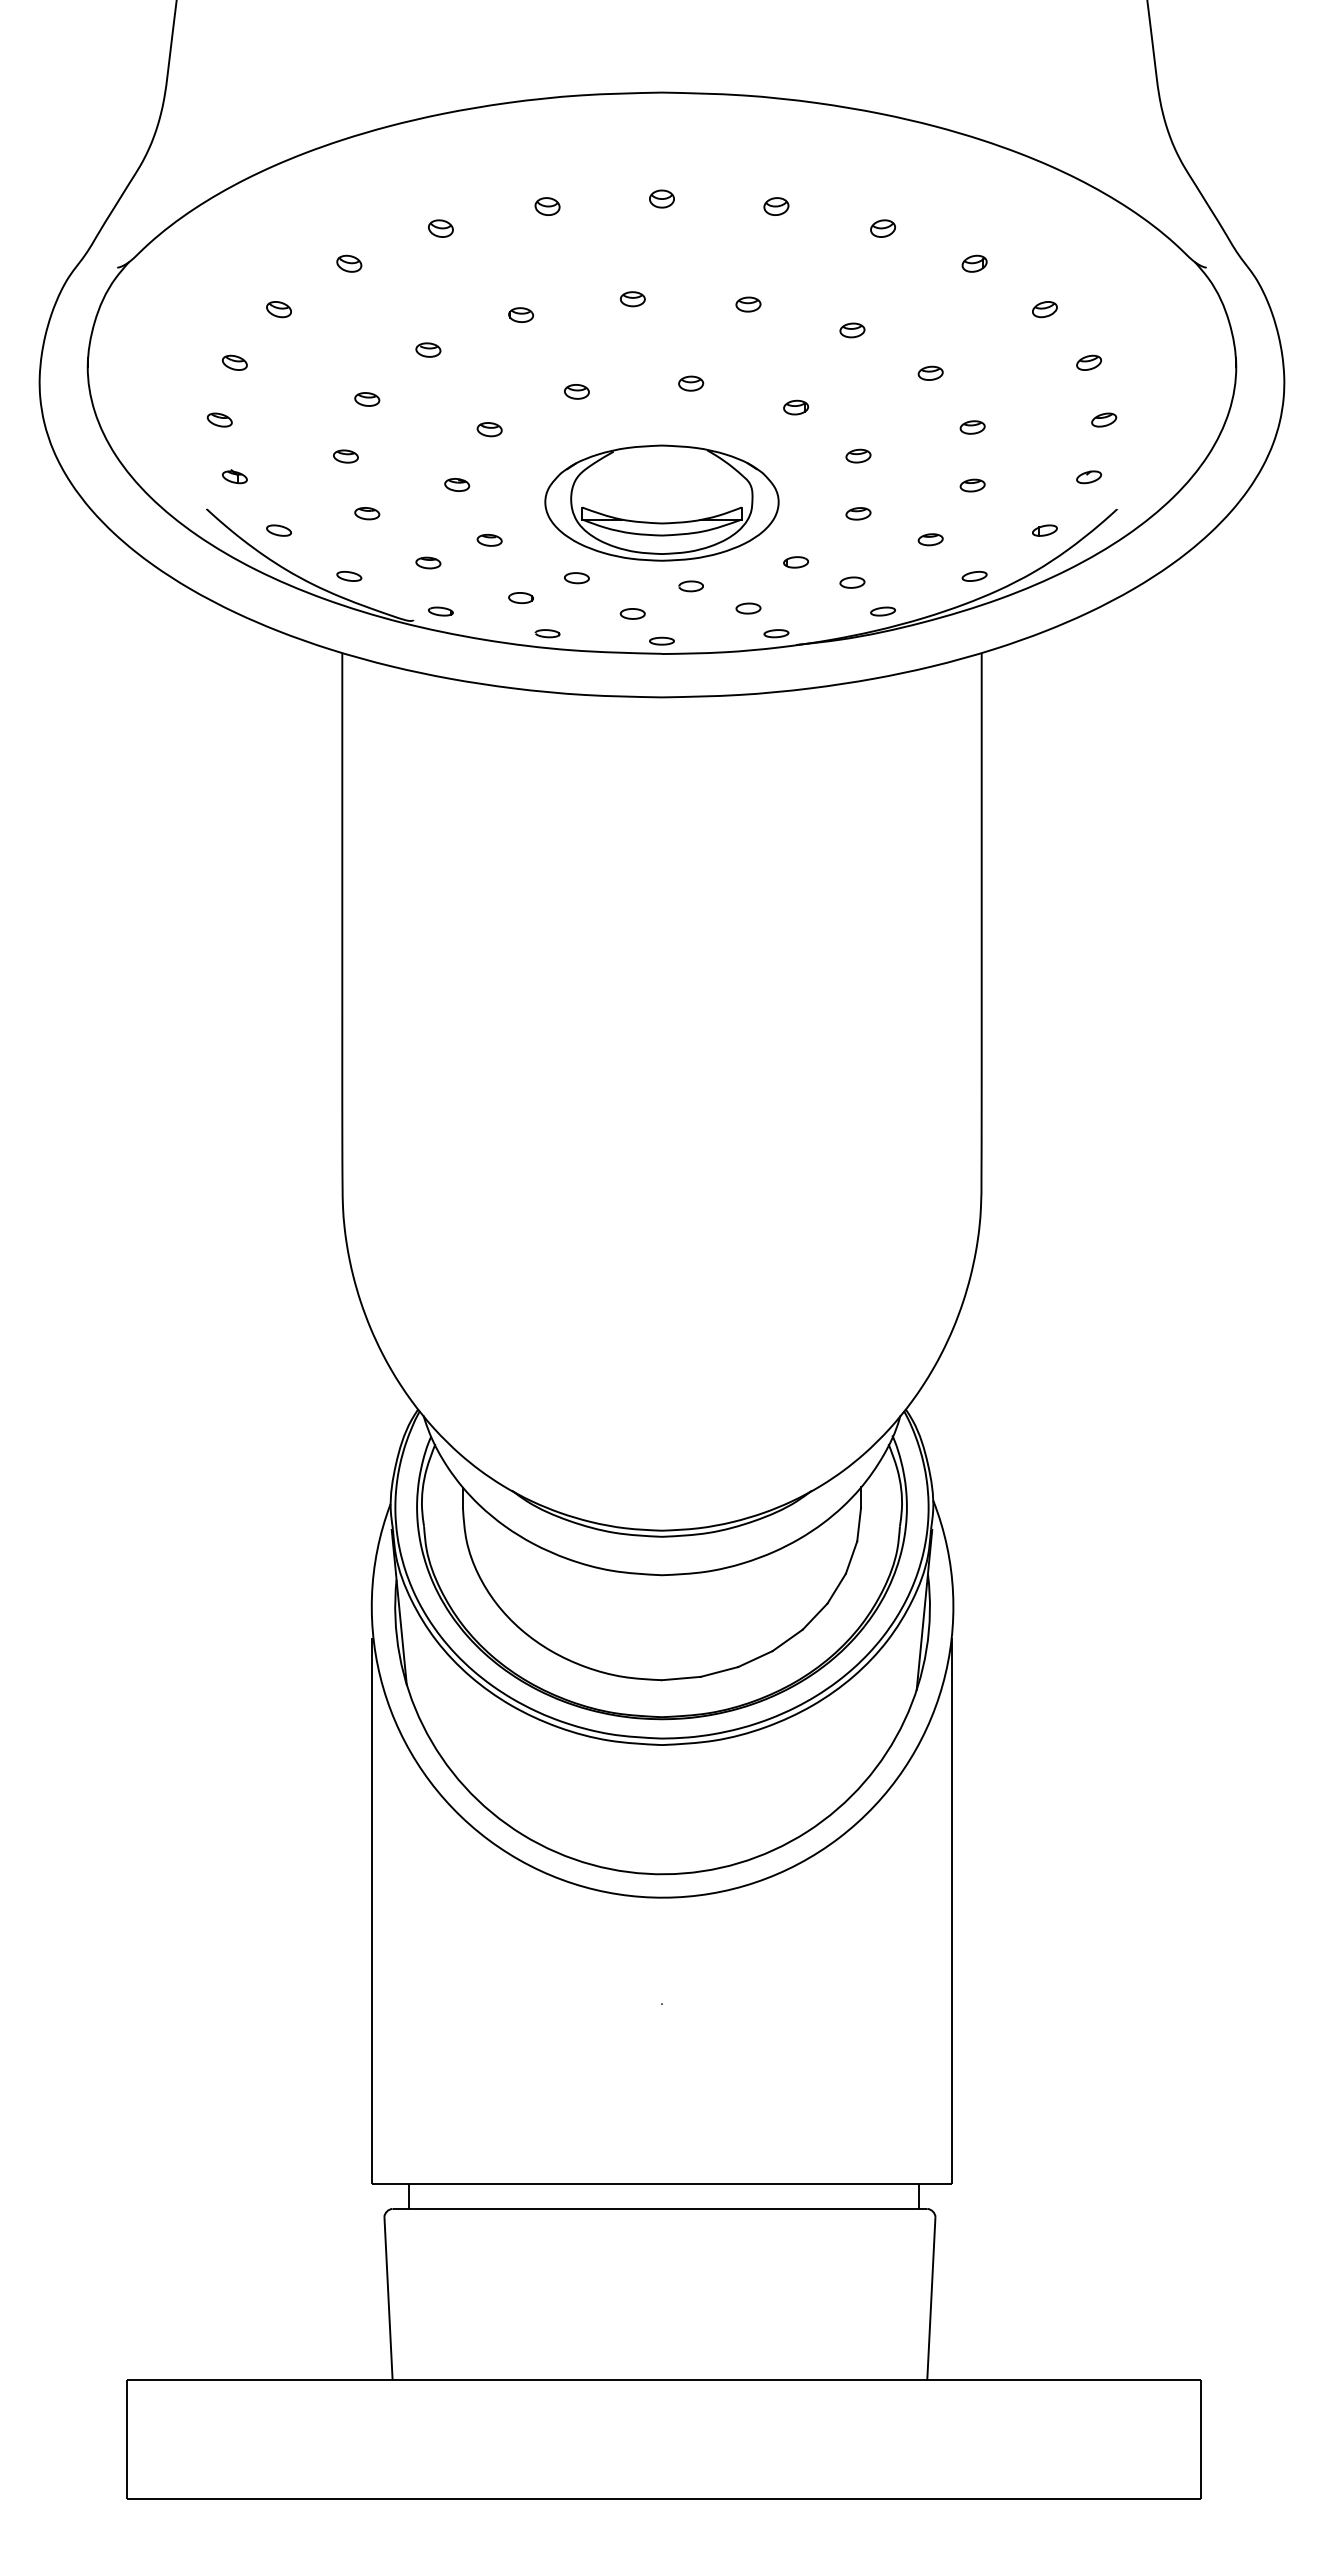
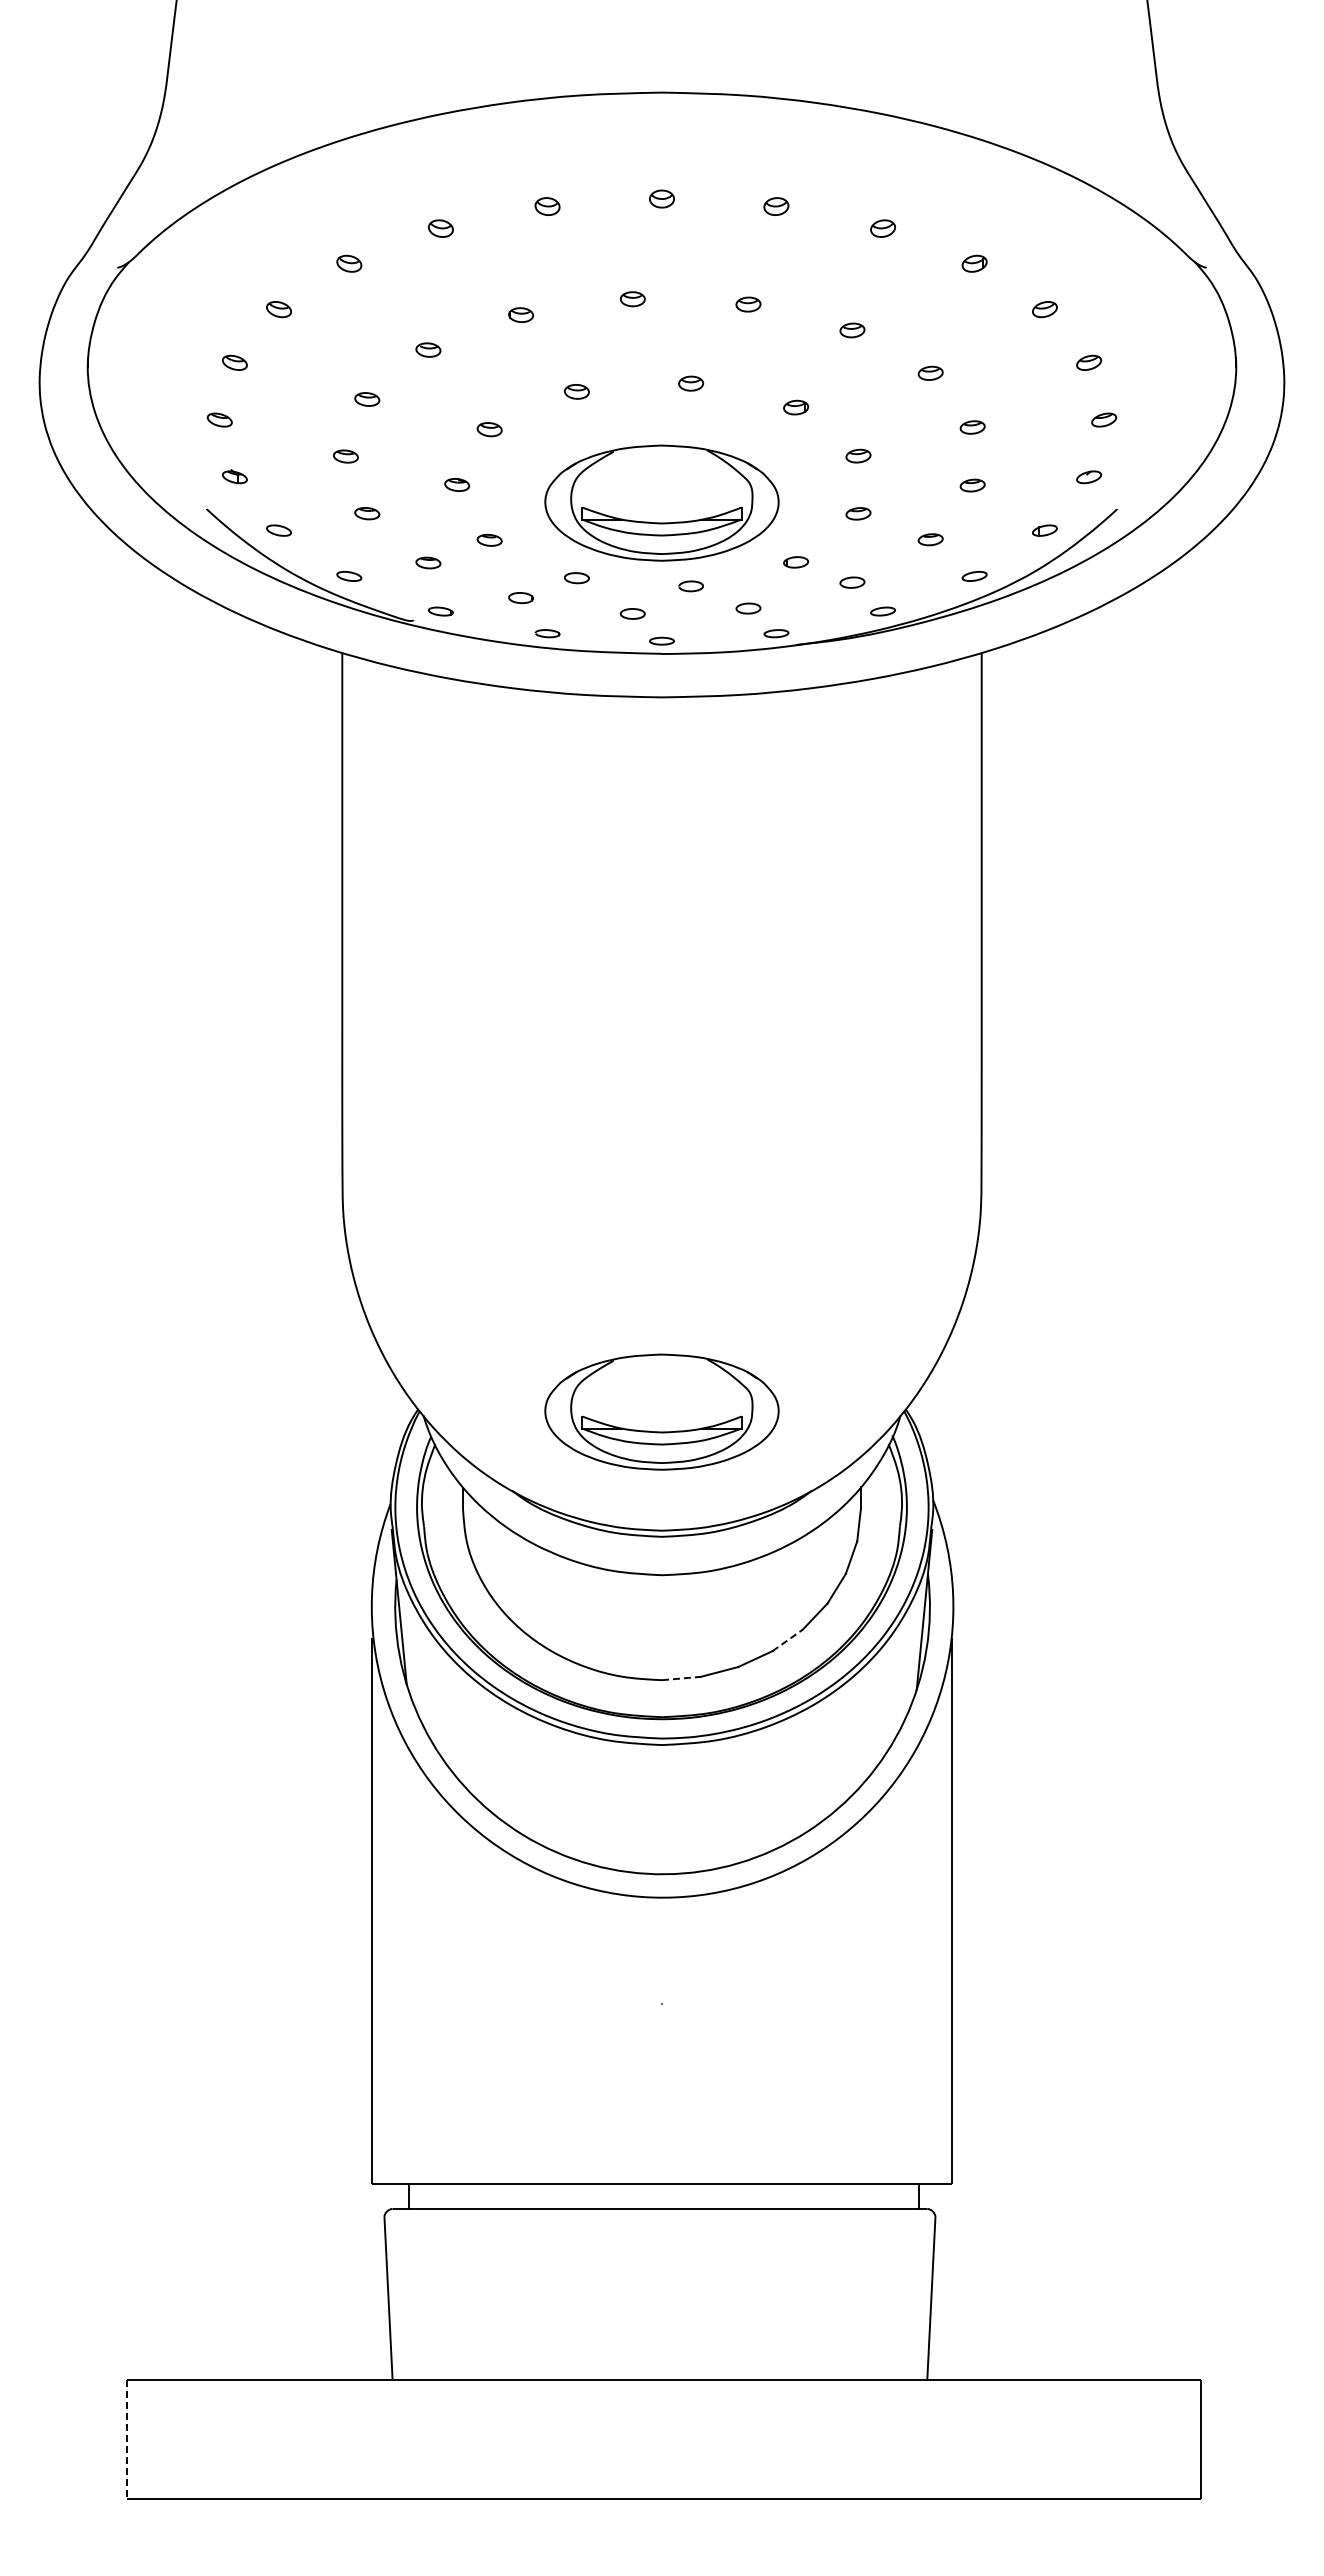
part at (661, 1411): none -> present
line at (788, 1640): solid -> dashed
line at (681, 1678): solid -> dashed
line at (127, 2440): solid -> dashed
